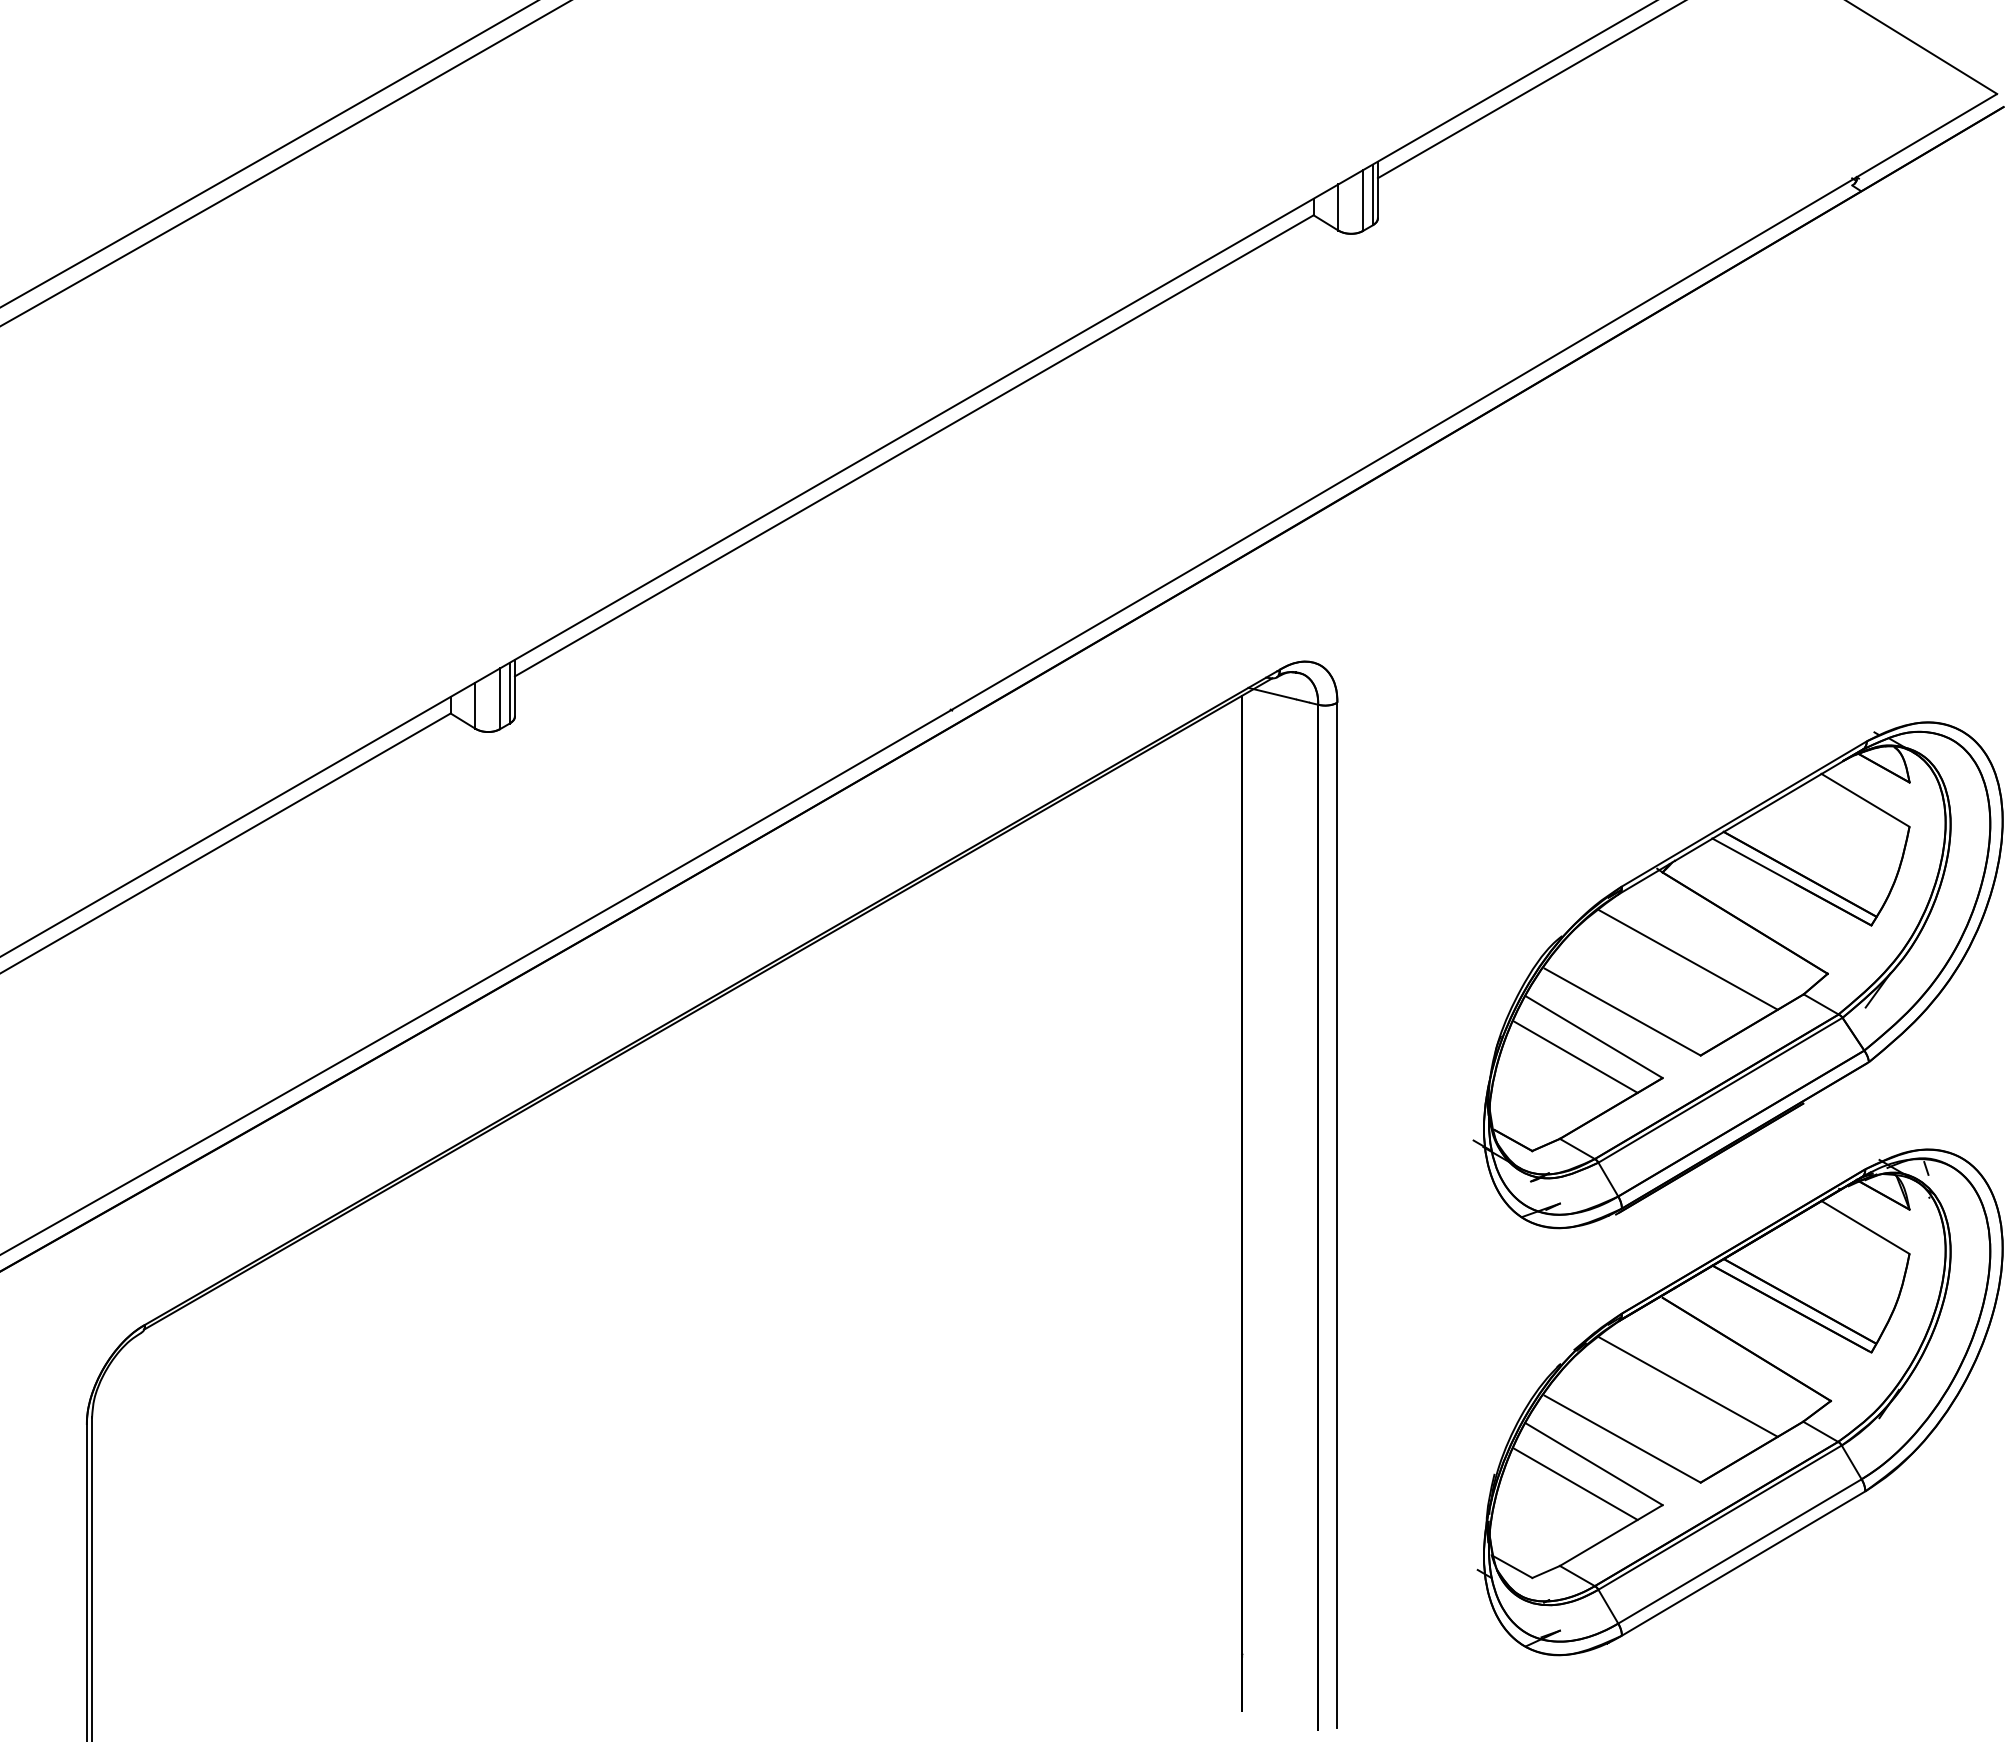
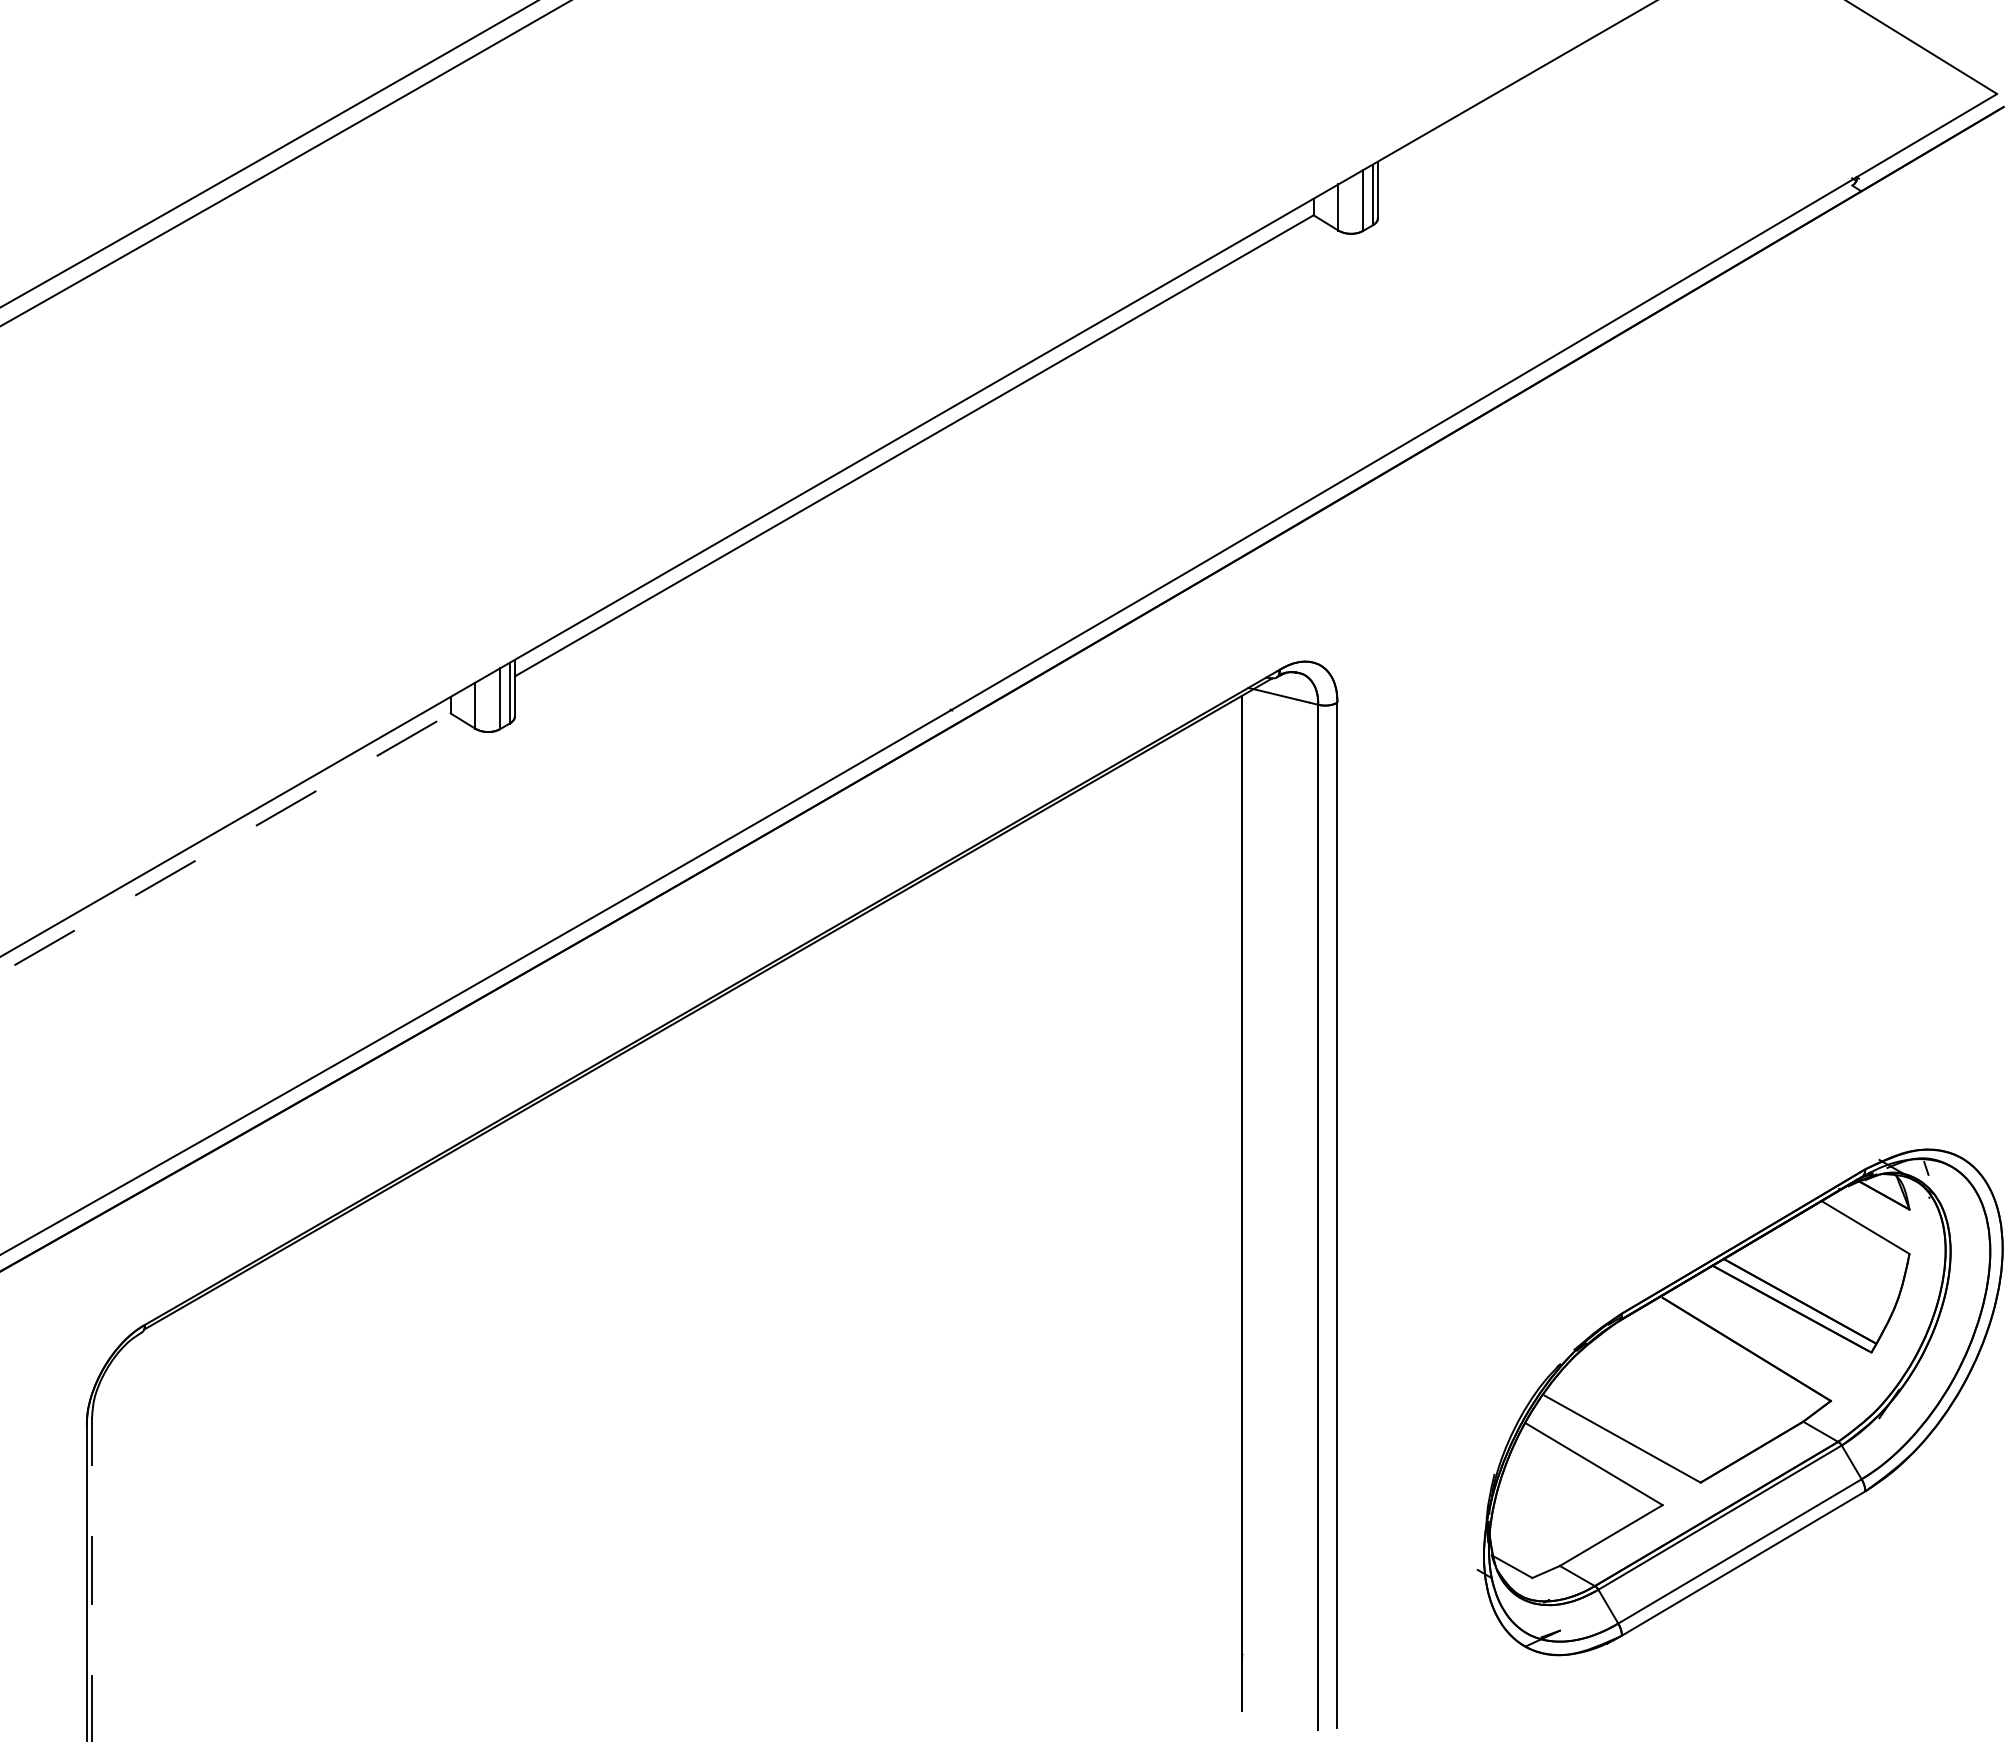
line at (1529, 90): present -> none
line at (225, 843): solid -> dashed
part at (1737, 975): present -> none
line at (1688, 1386): present -> none
line at (1575, 1483): present -> none
line at (92, 1579): solid -> dashed
